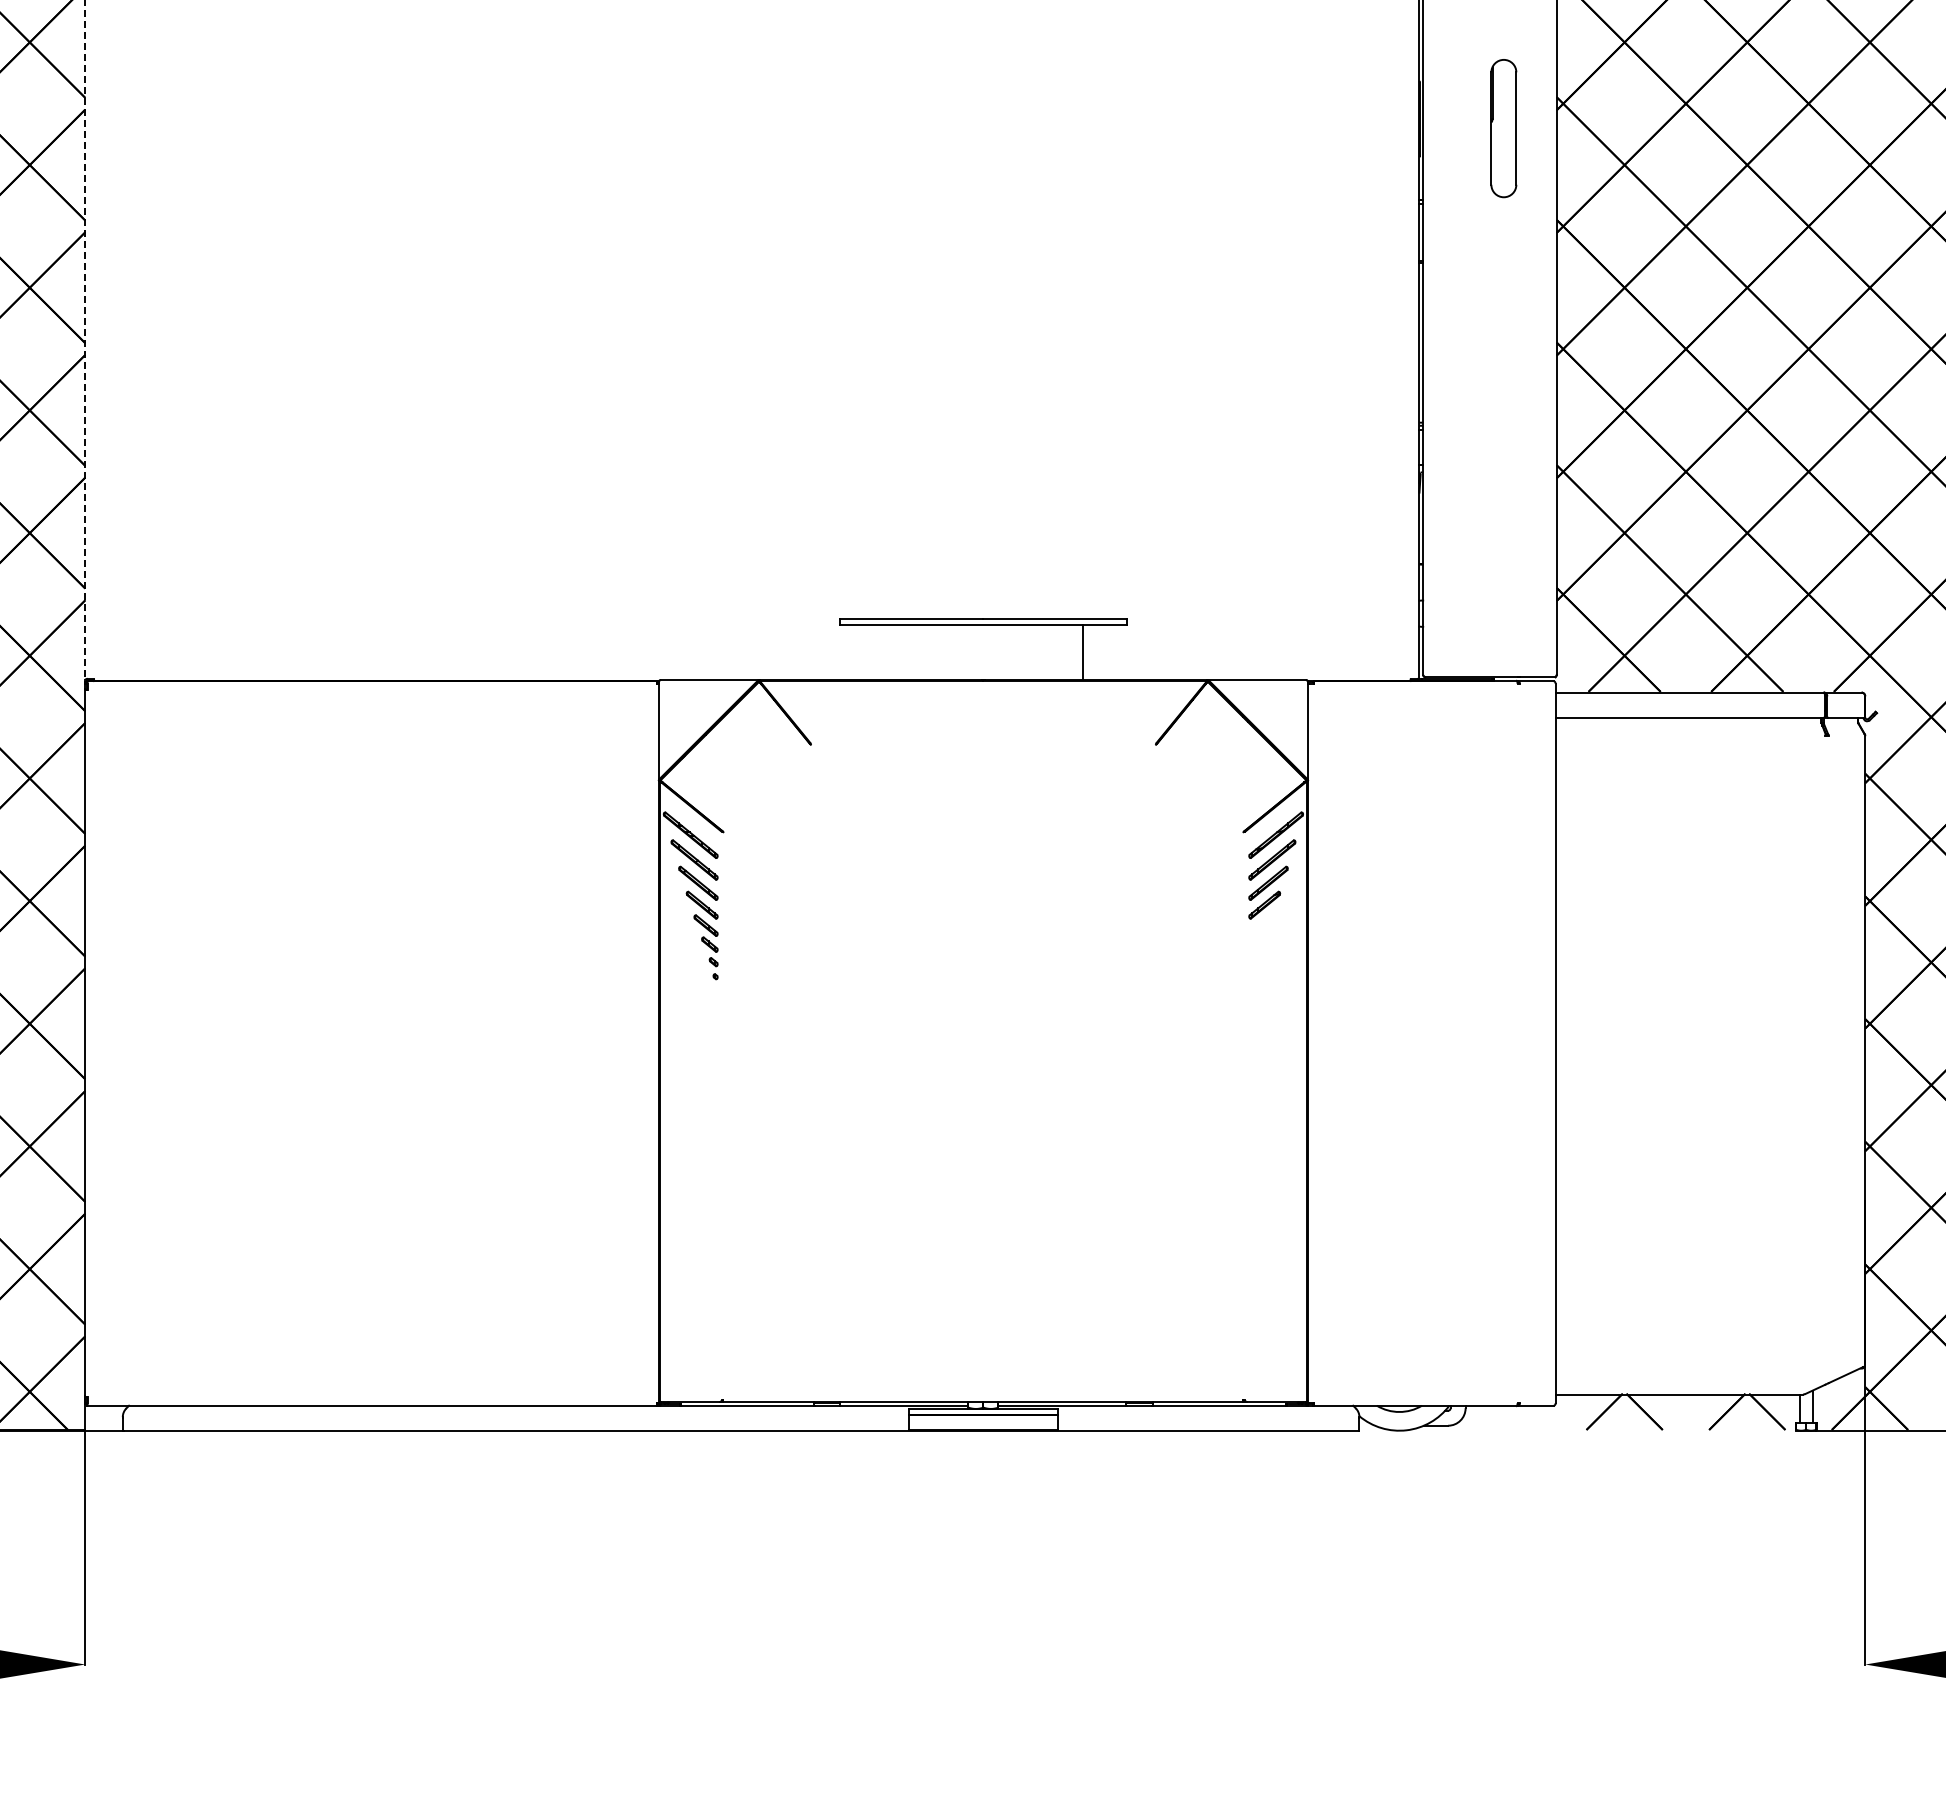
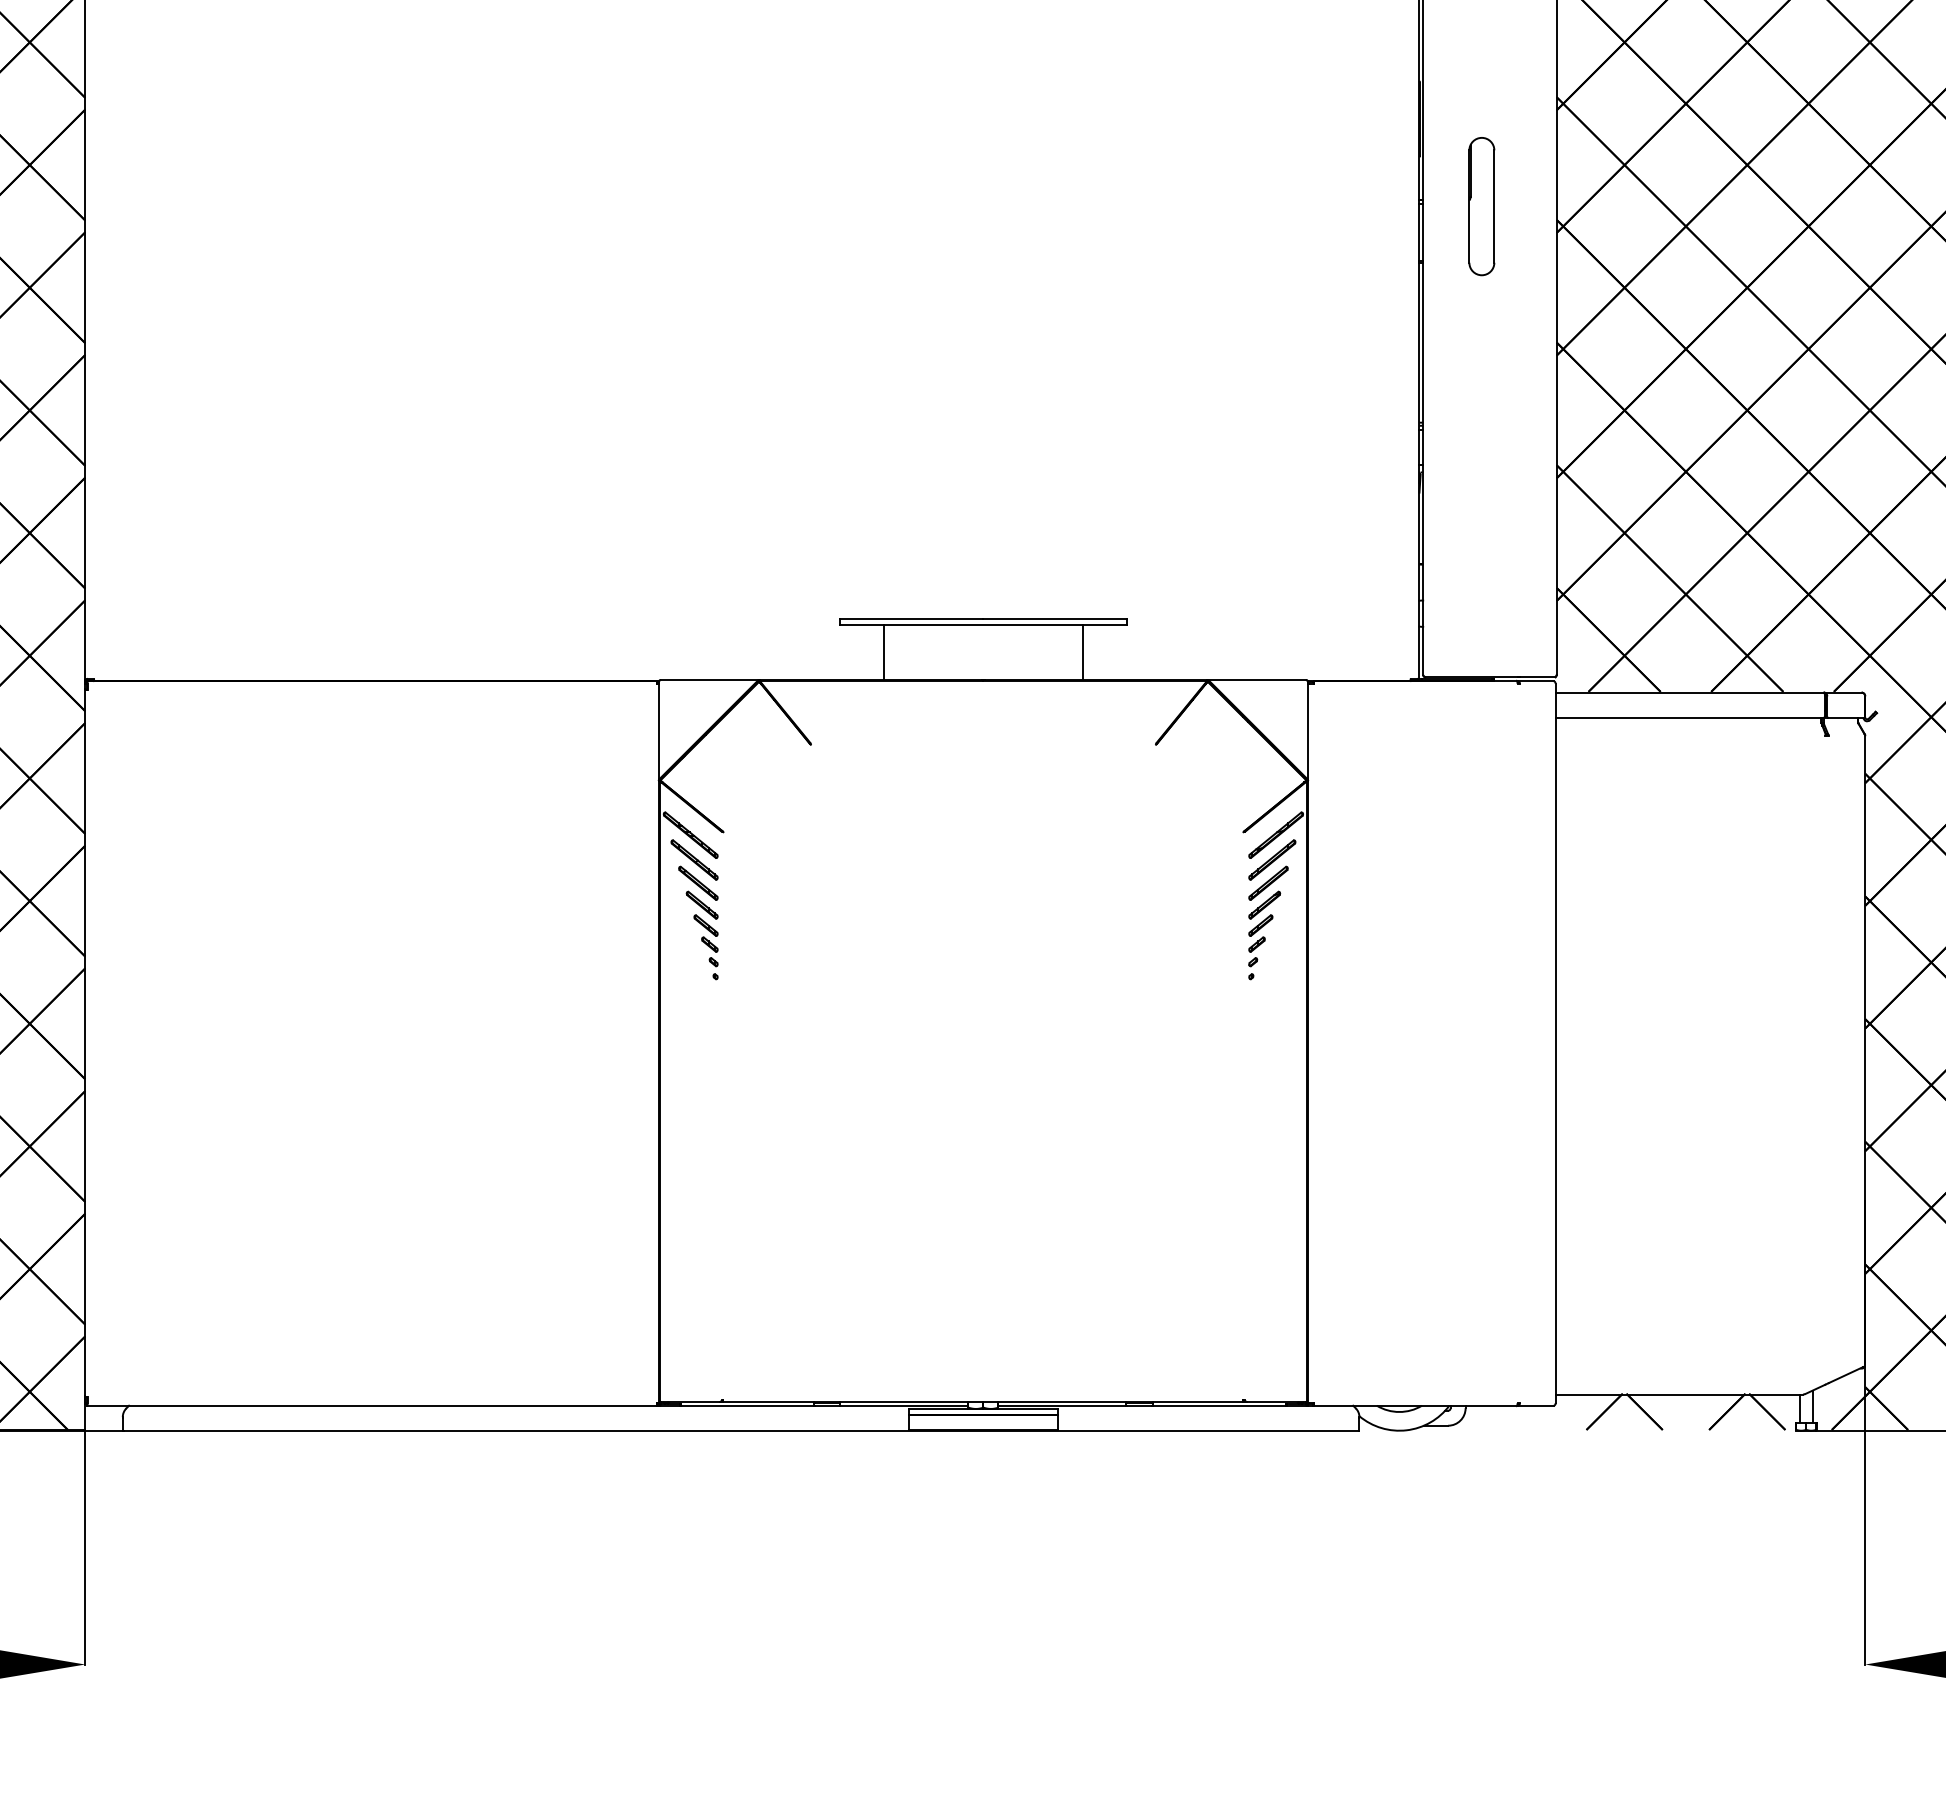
part at (1503, 128) position: (1503, 128) -> (1481, 206)
line at (85, 340): dashed -> solid
line at (884, 652): none -> present
part at (1260, 947): none -> present
